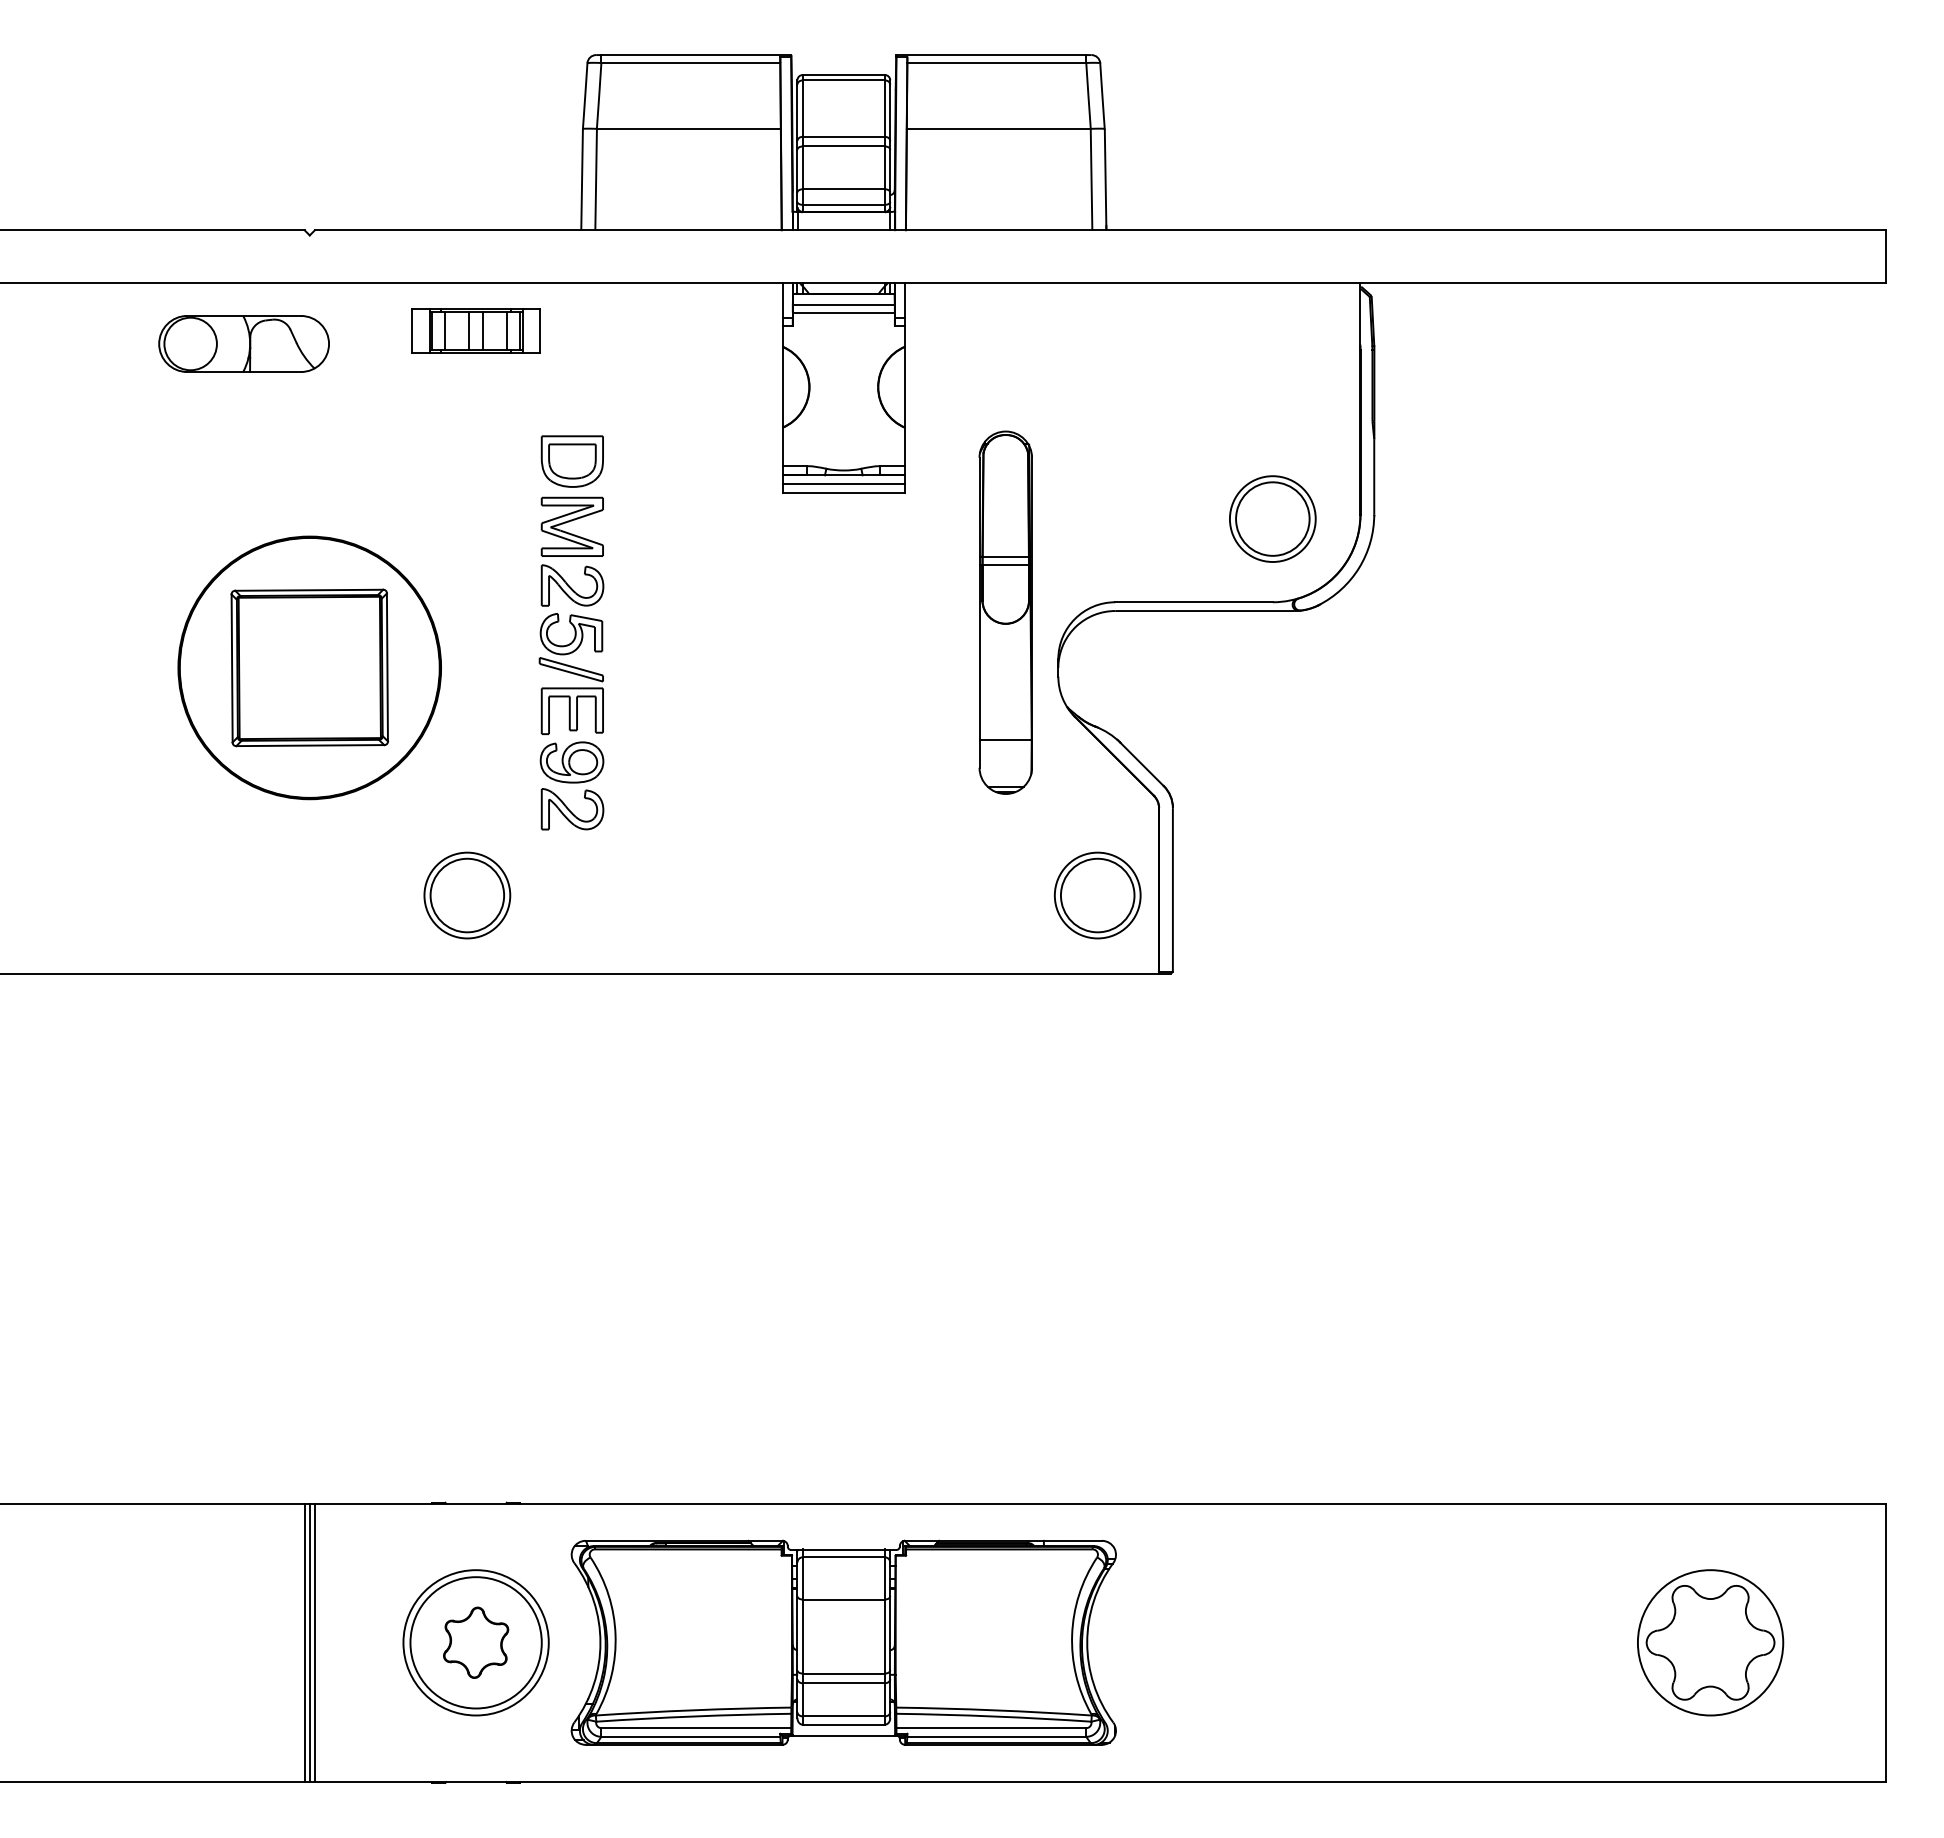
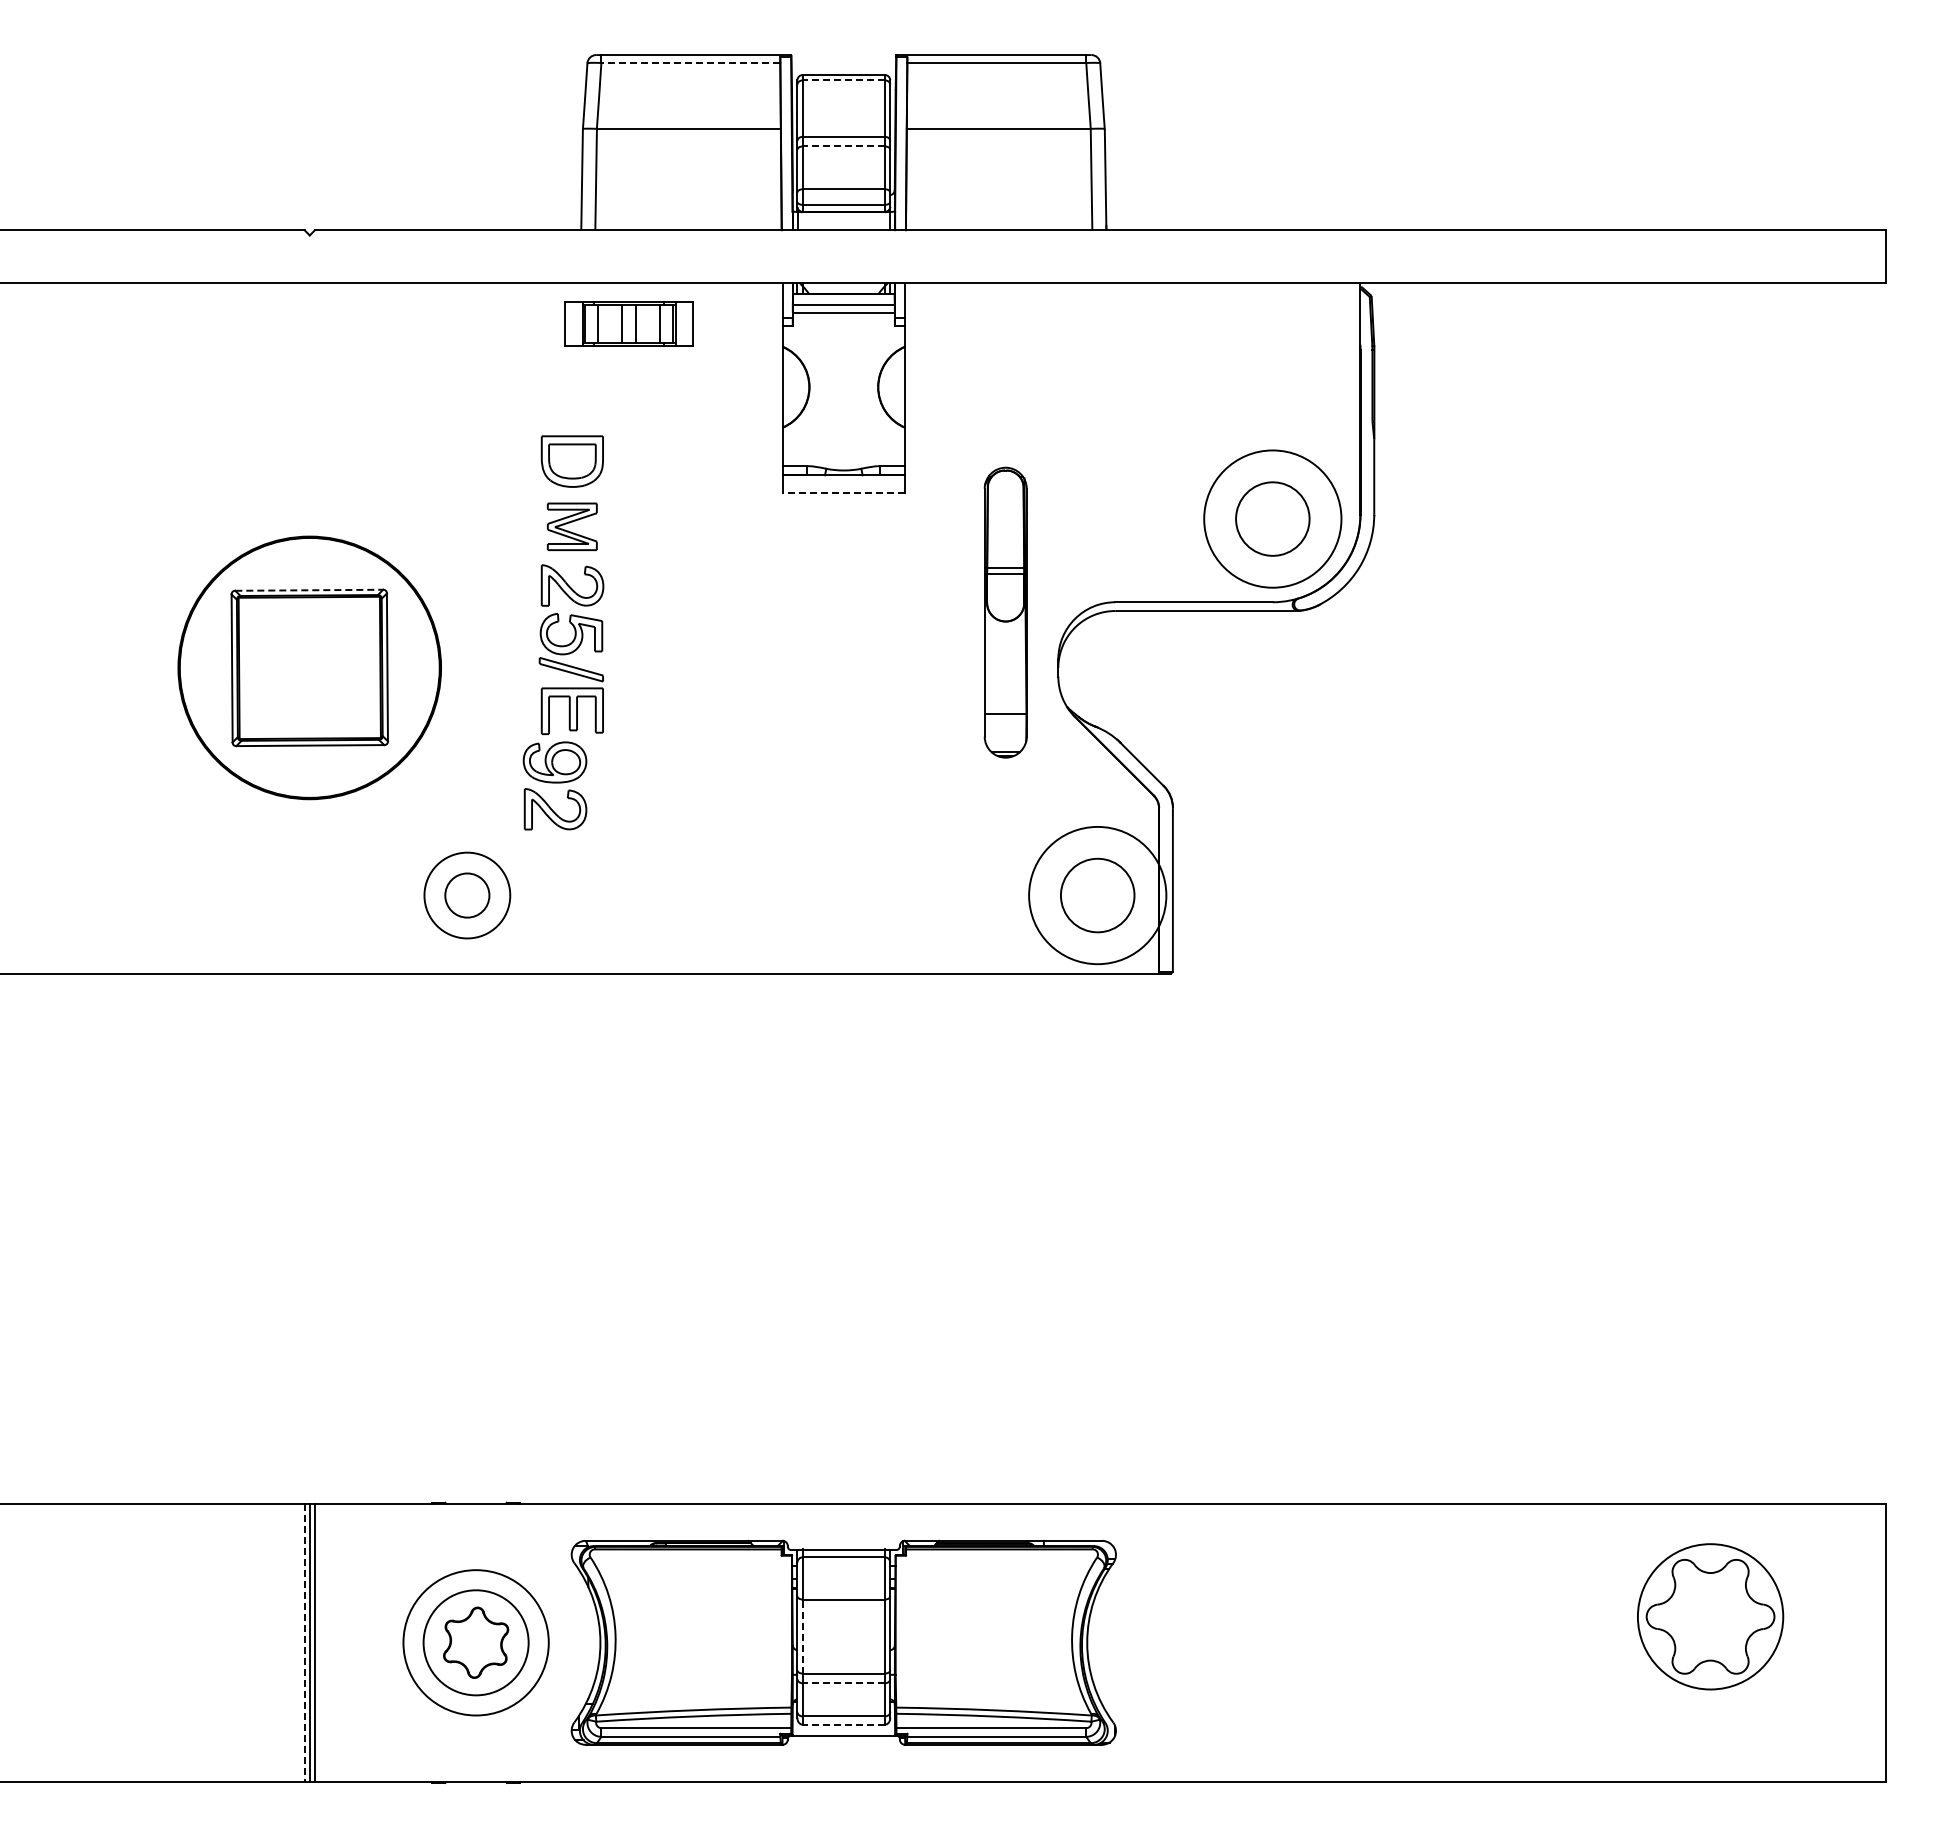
line at (690, 63): solid -> dashed
line at (843, 80): solid -> dashed
line at (843, 146): solid -> dashed
part at (475, 330) position: (475, 330) -> (628, 323)
part at (243, 343): present -> none
line at (843, 484): present -> none
line at (843, 492): solid -> dashed
circle at (1272, 519) diameter: 86 px -> 137 px
part at (571, 526) size: 64x61 px -> 52x49 px
line at (309, 590): solid -> dashed
part at (1005, 612) size: 55x365 px -> 45x293 px
part at (571, 785) position: (571, 785) -> (554, 785)
circle at (467, 895) diameter: 74 px -> 44 px
circle at (1097, 895) diameter: 86 px -> 137 px
line at (802, 1636): solid -> dashed
circle at (475, 1642) diameter: 131 px -> 105 px
part at (1710, 1642) position: (1710, 1642) -> (1710, 1616)
line at (304, 1643): solid -> dashed
line at (843, 1683): solid -> dashed
line at (843, 1724): solid -> dashed
